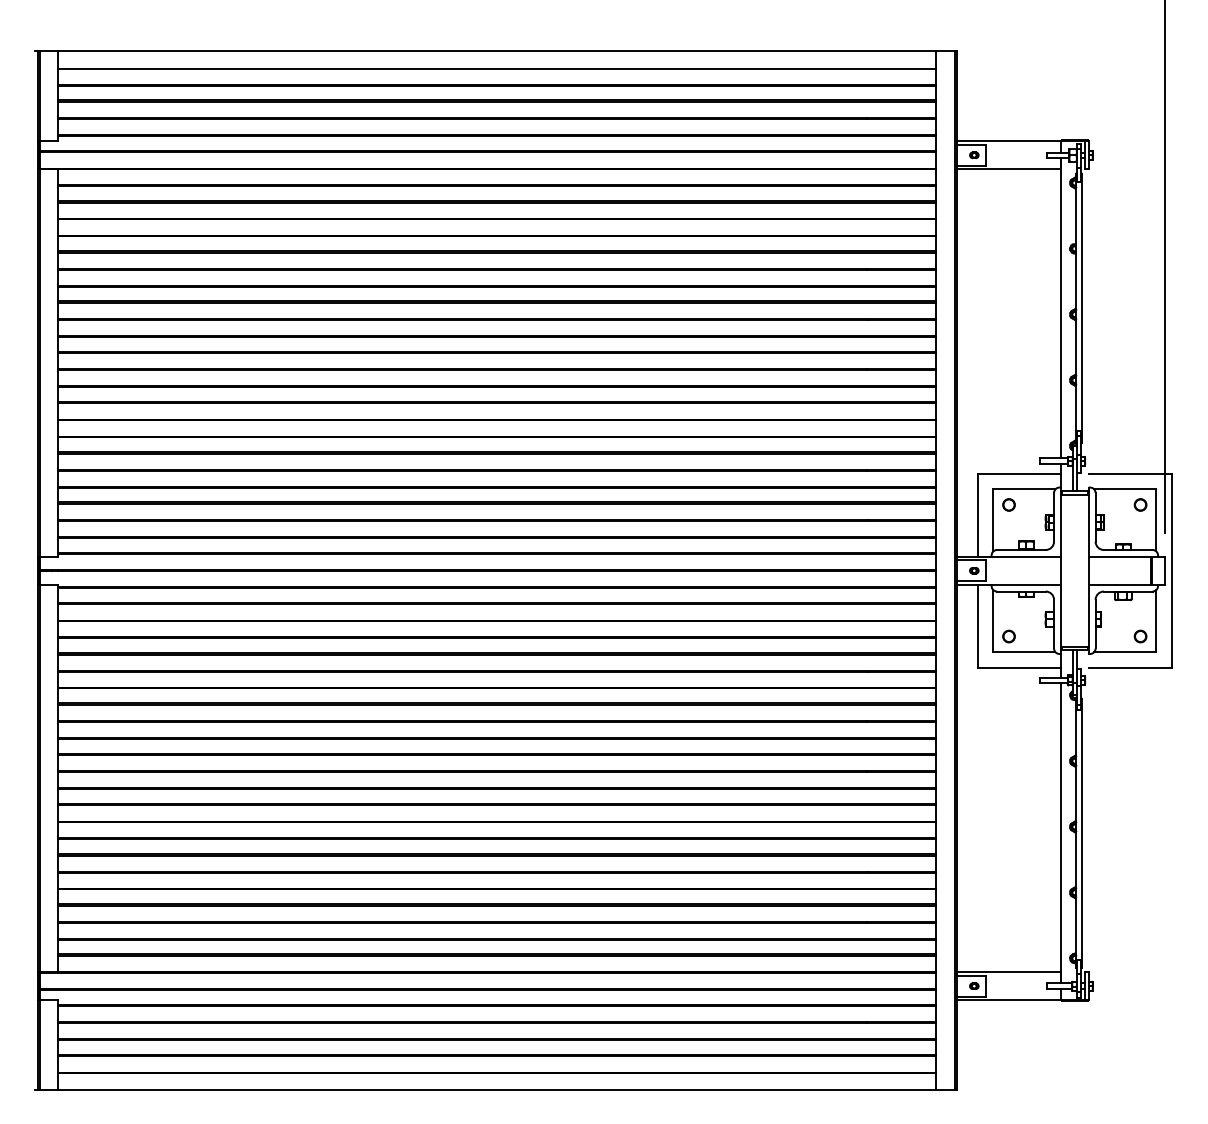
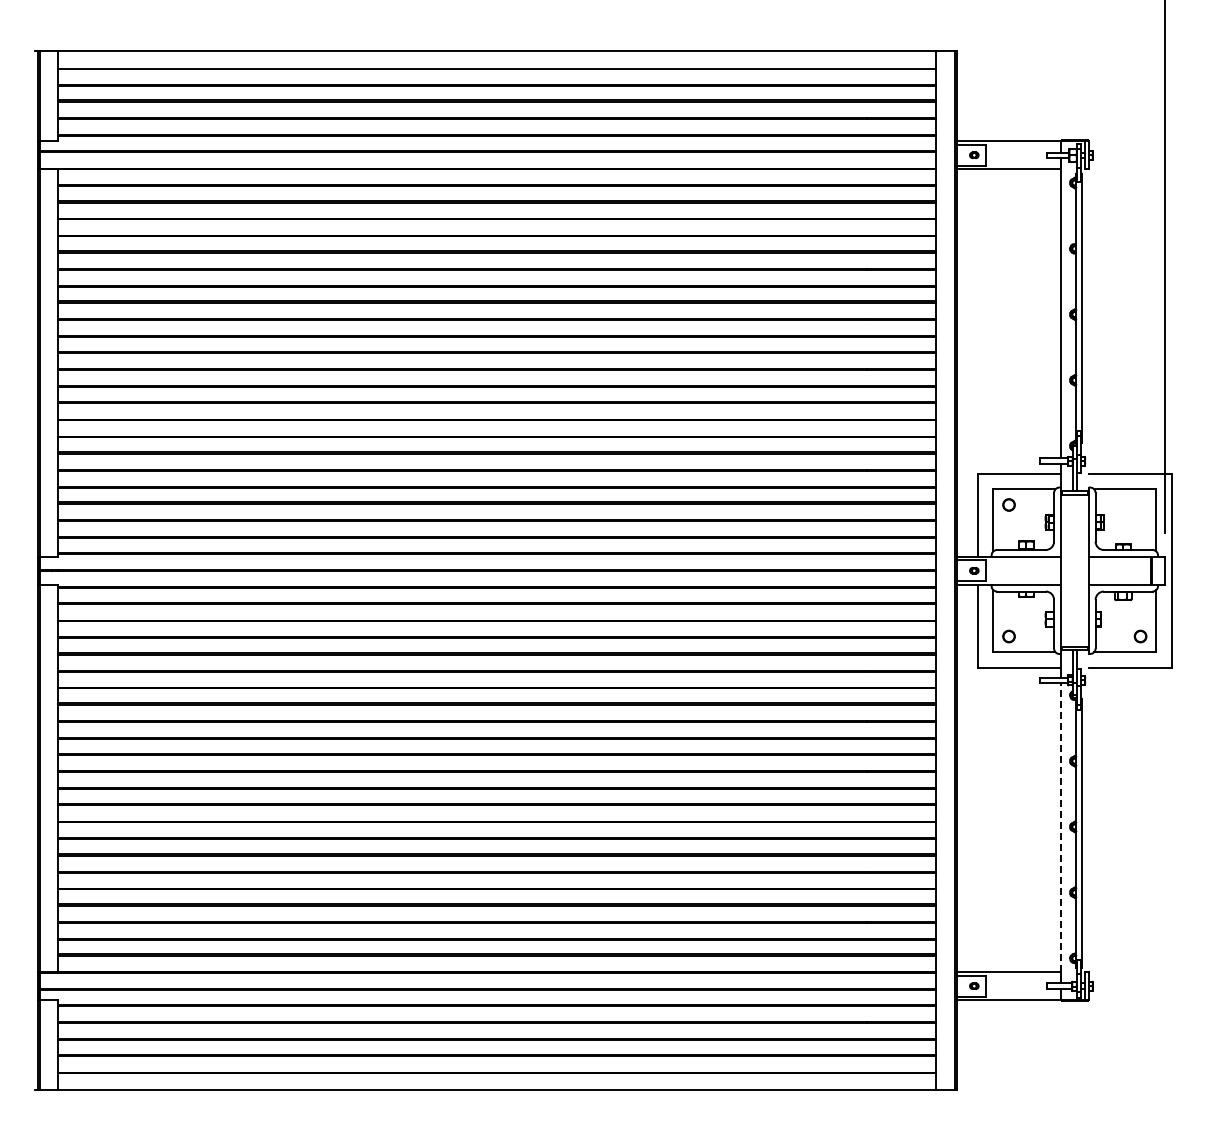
part at (1140, 504): present -> none
line at (1060, 832): solid -> dashed
